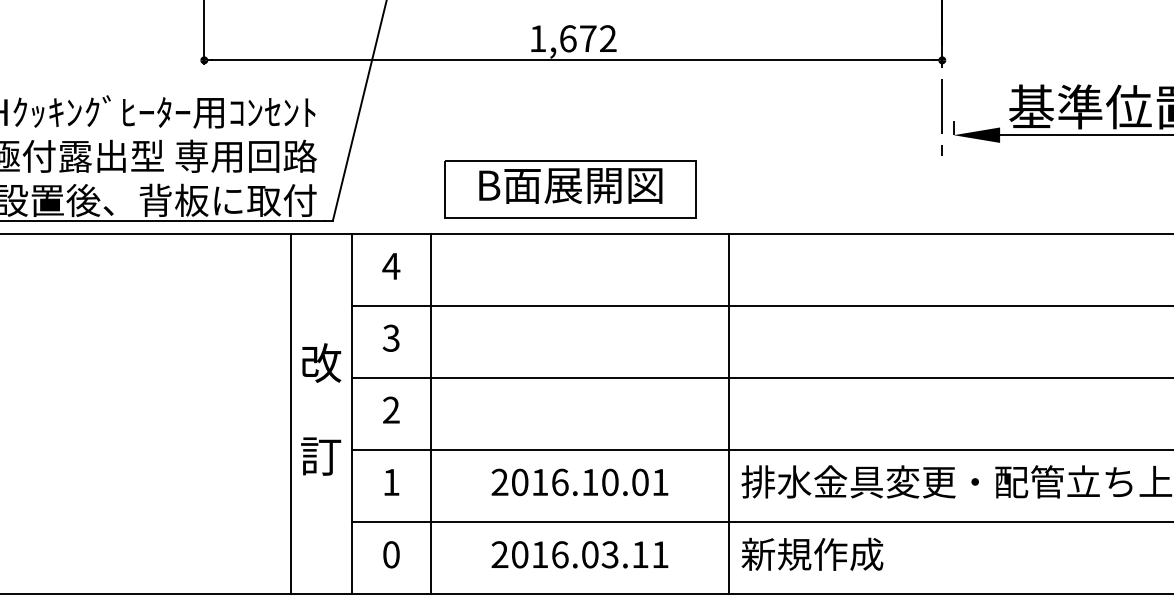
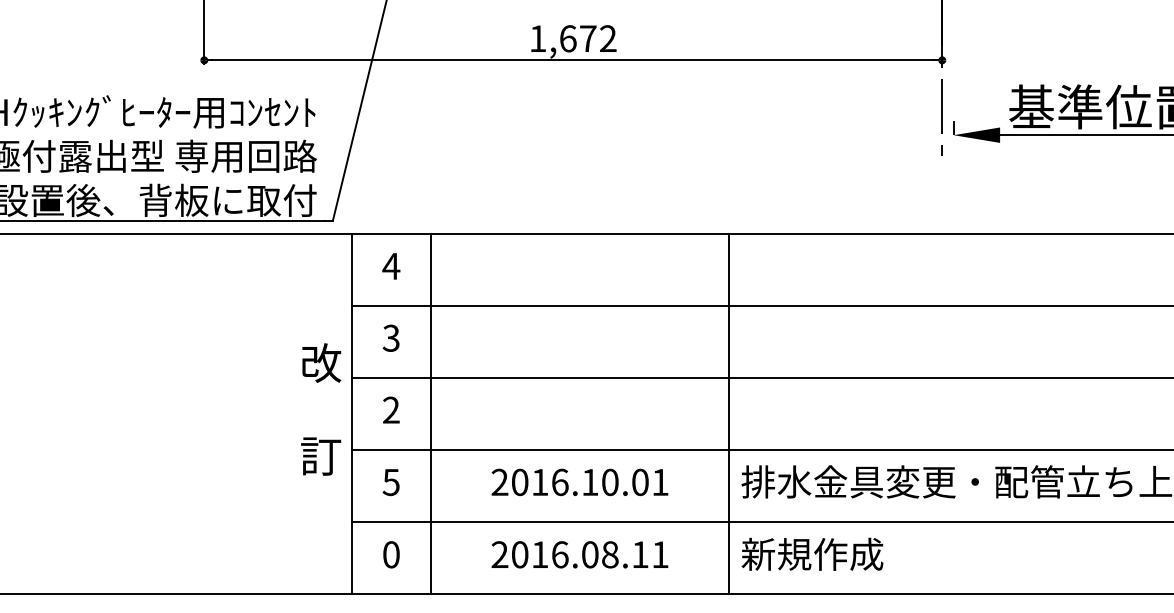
part at (570, 189): present -> none
line at (290, 413): present -> none
text at (390, 482): 1 -> 5
text at (609, 554): 2016.03.11 -> 2016.08.11
